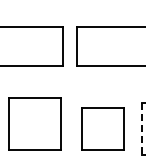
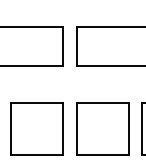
part at (34, 123) position: (34, 123) -> (36, 128)
part at (102, 128) size: 44x44 px -> 54x54 px
line at (141, 129): dashed -> solid
